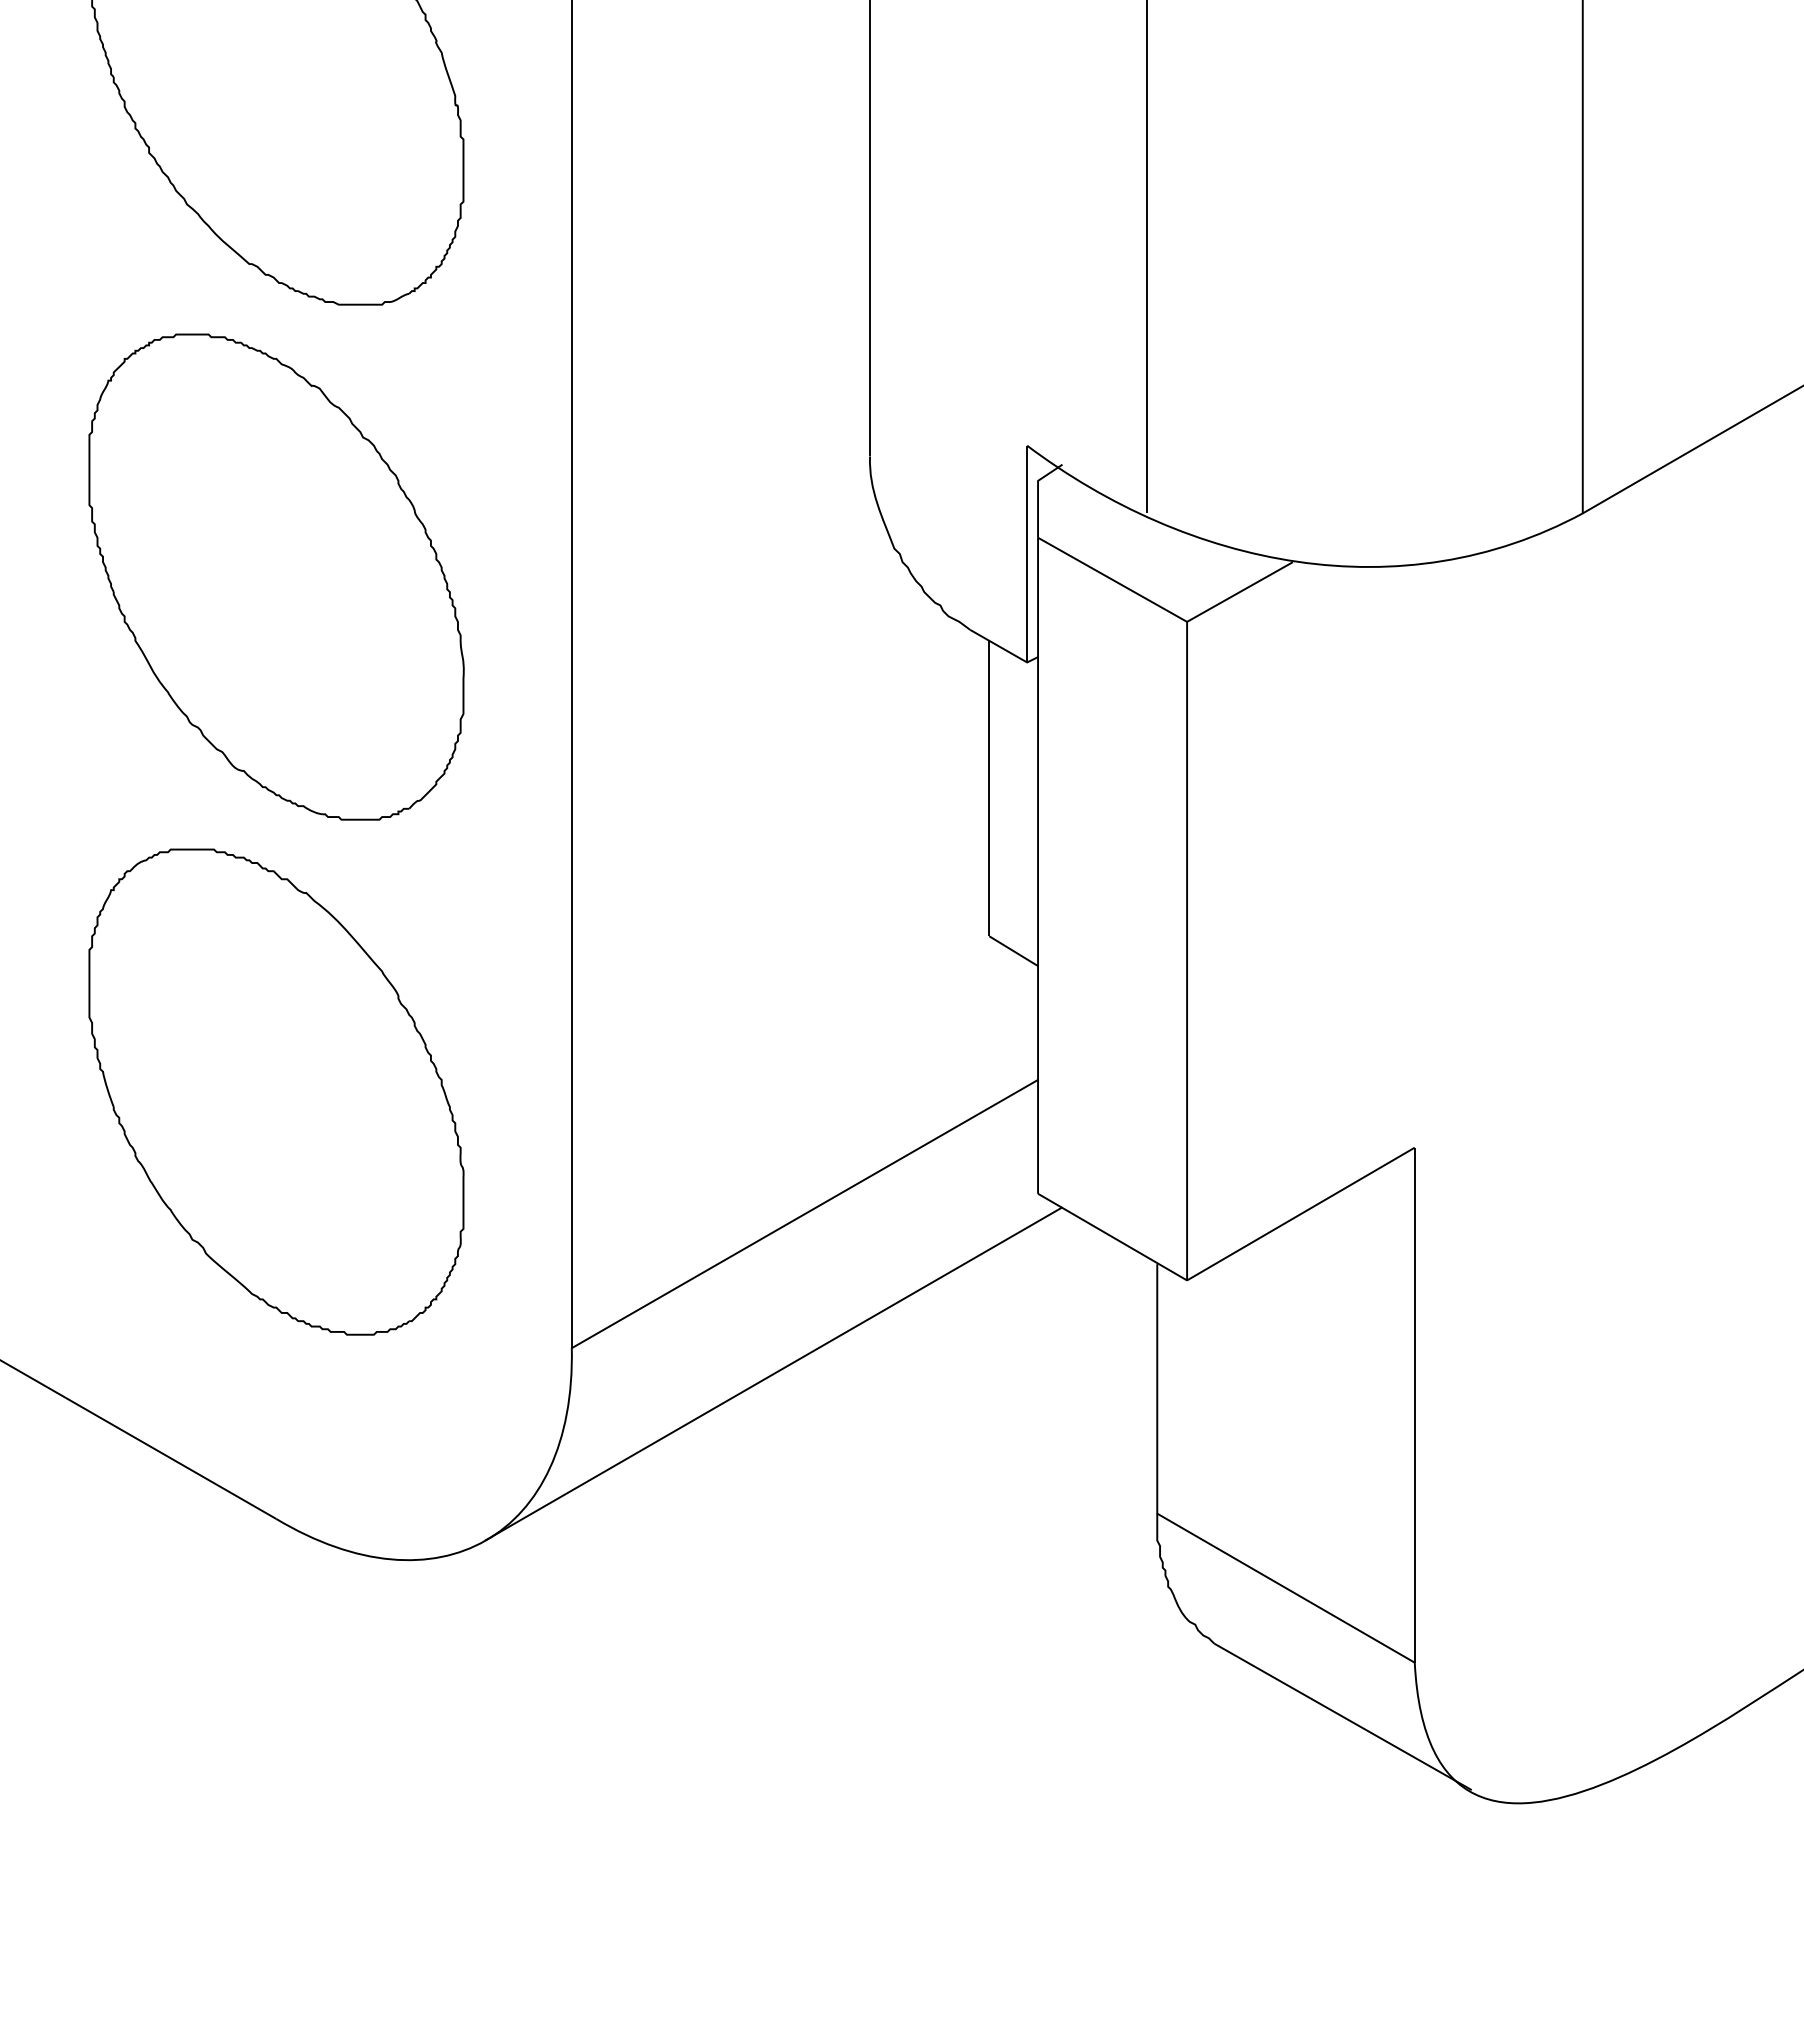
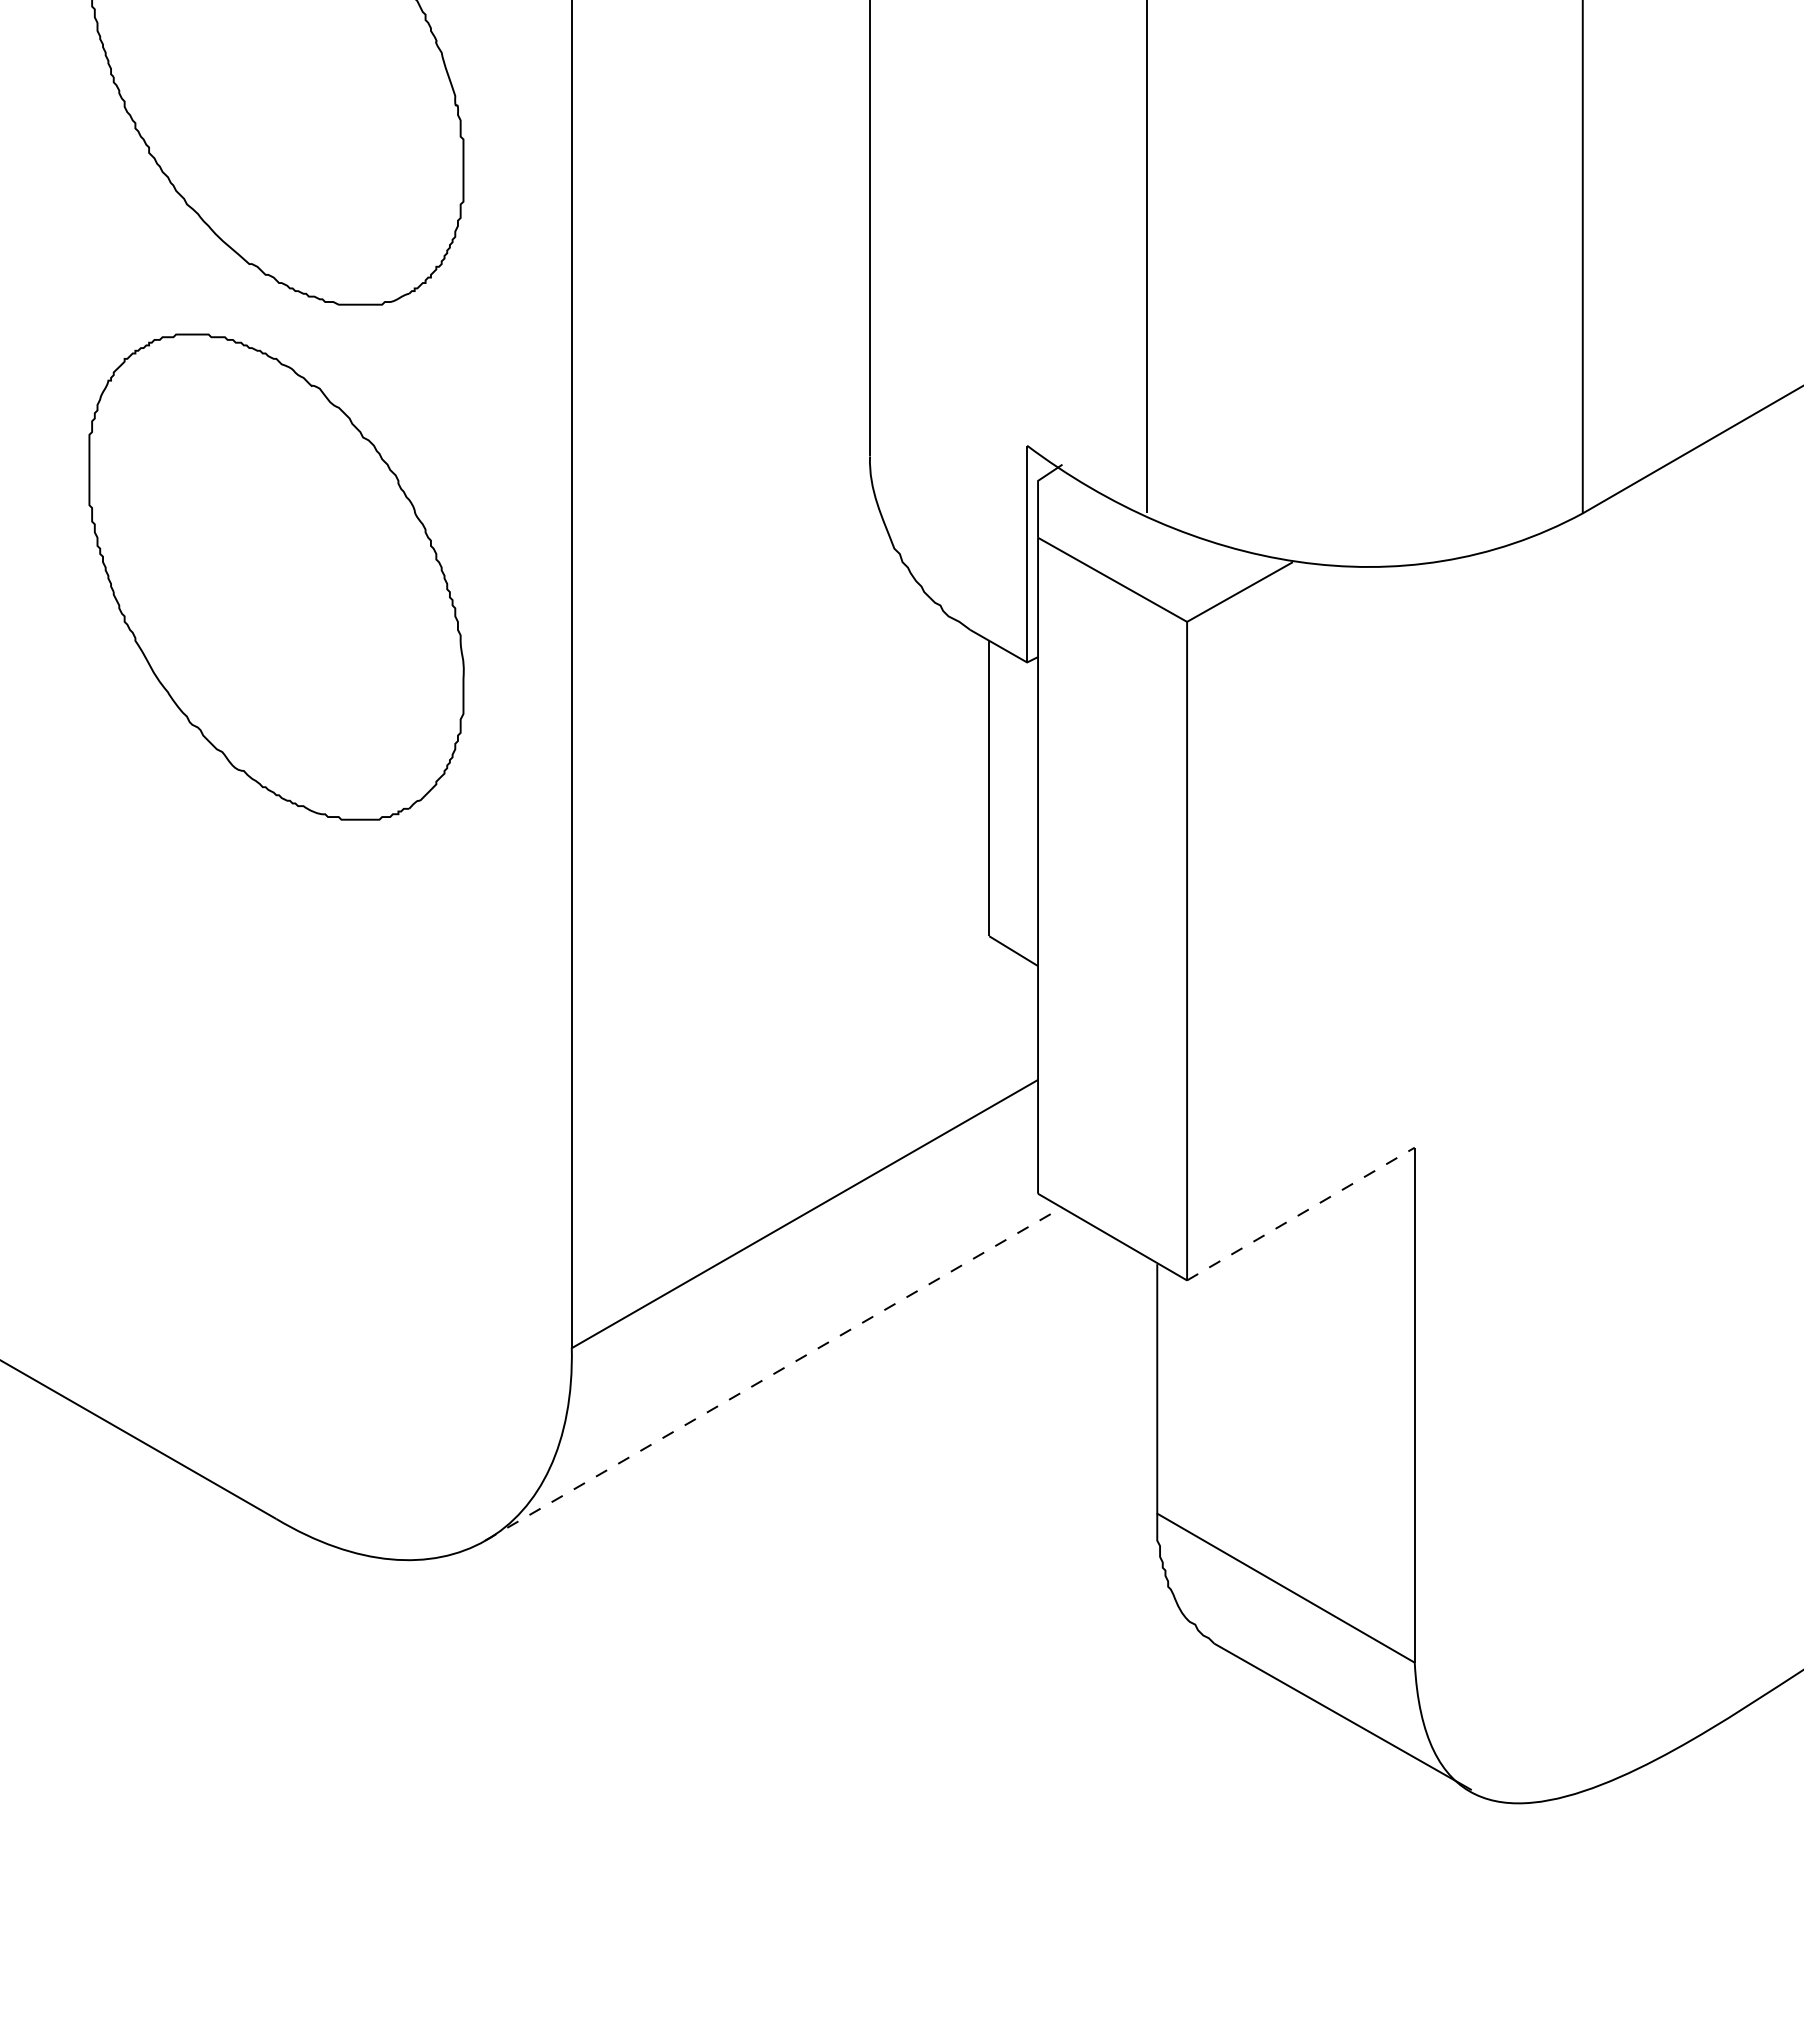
part at (276, 1091): present -> none
line at (1300, 1214): solid -> dashed
line at (774, 1373): solid -> dashed
